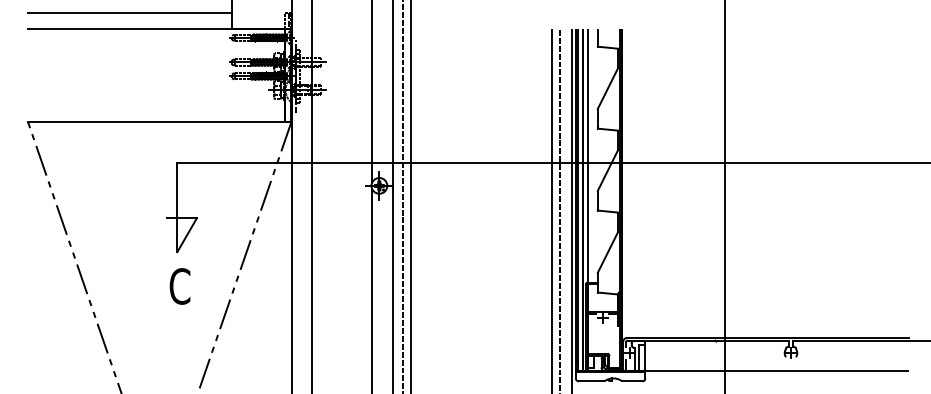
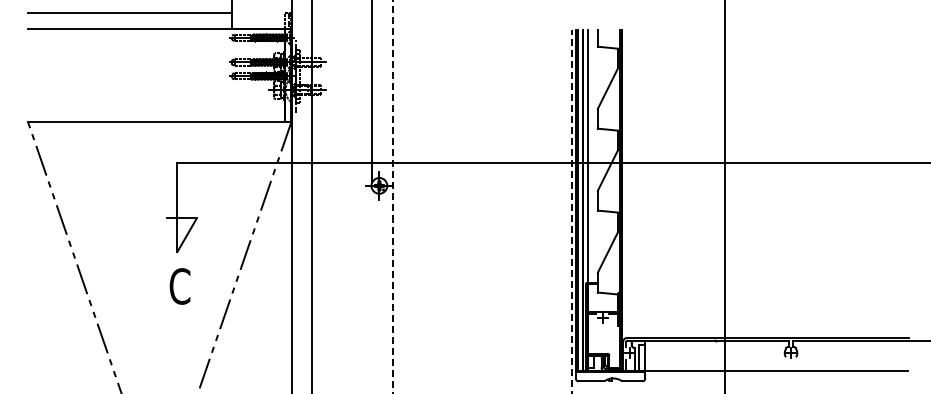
line at (403, 196): present -> none
line at (410, 196): present -> none
line at (393, 197): solid -> dashed
line at (552, 209): present -> none
line at (560, 209): present -> none
line at (571, 211): solid -> dashed
line at (372, 289): present -> none
